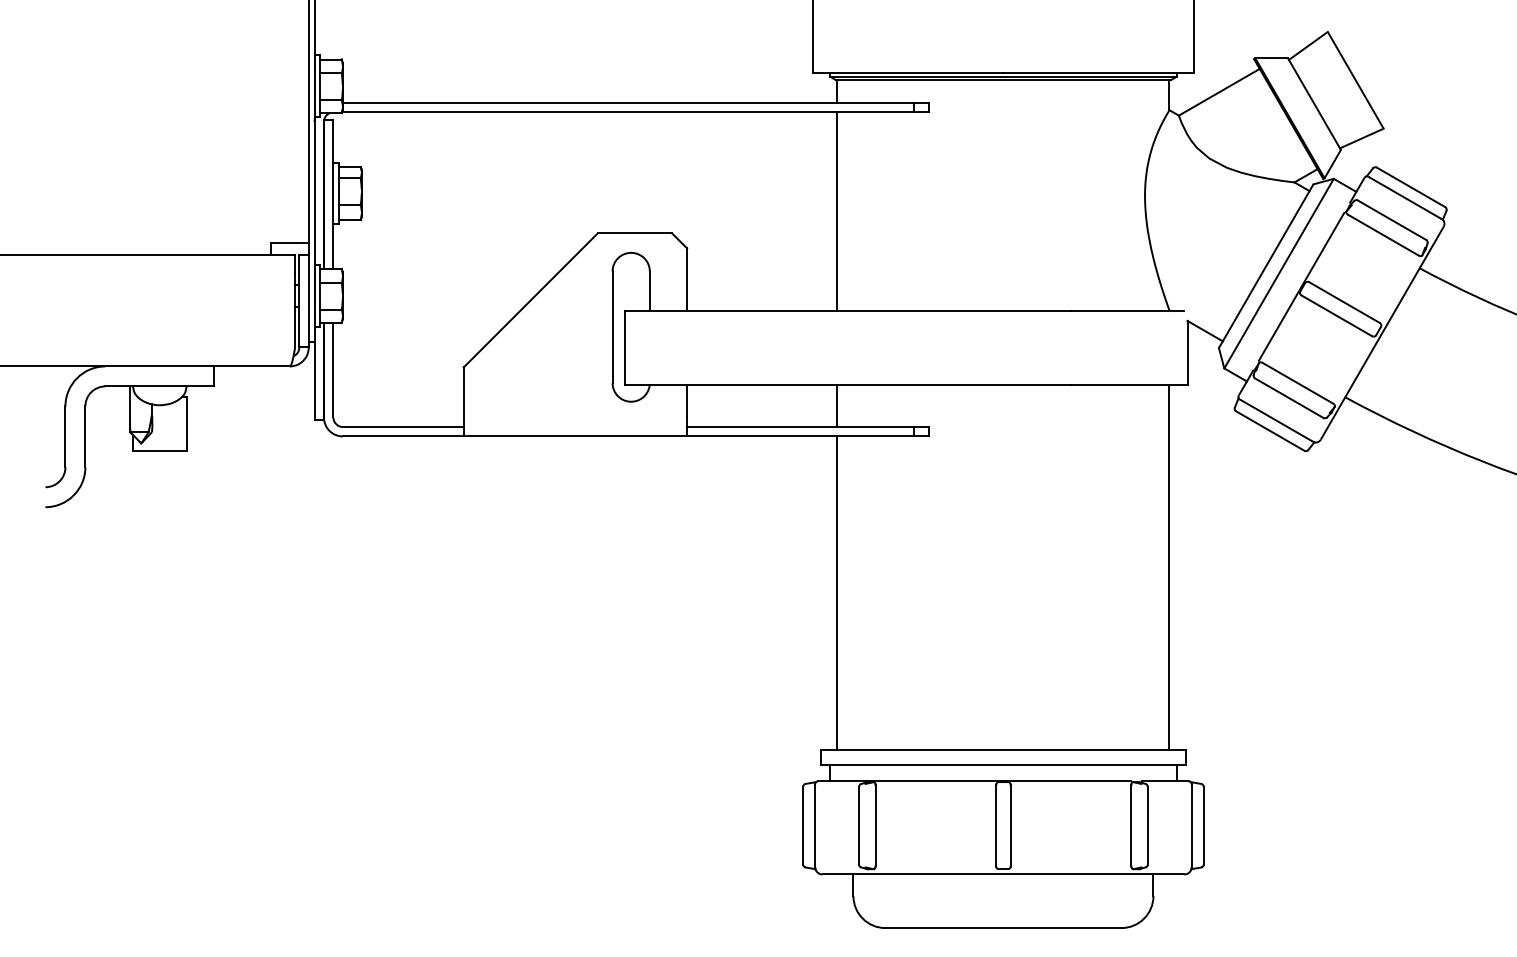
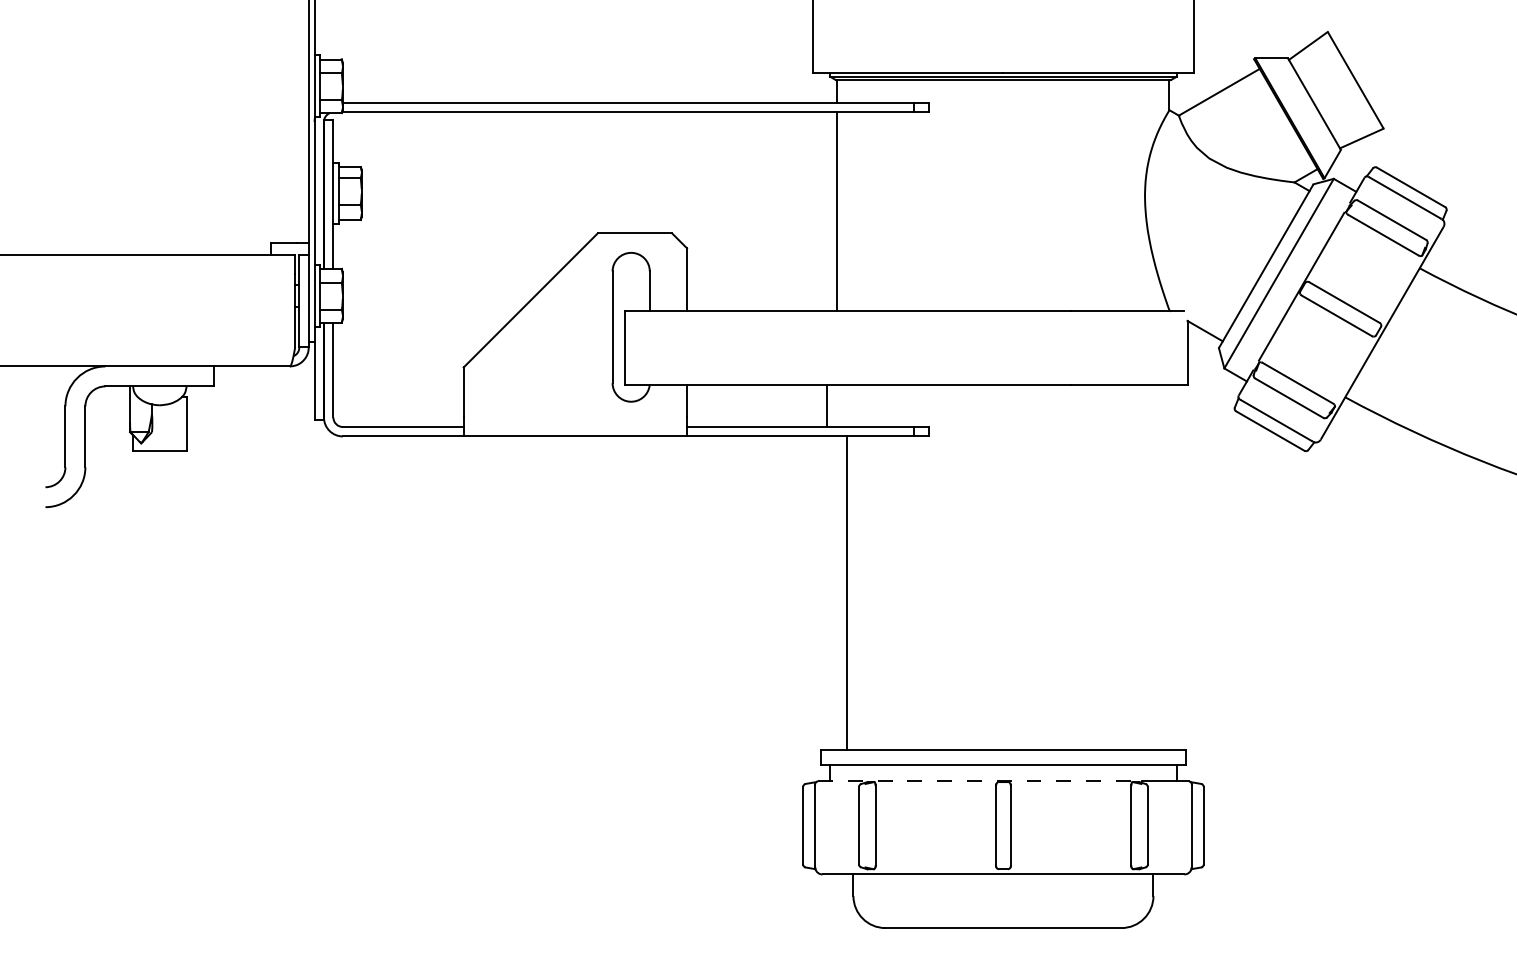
line at (837, 406) position: (837, 406) -> (827, 406)
line at (1169, 567): present -> none
line at (837, 593) position: (837, 593) -> (847, 593)
line at (974, 781): solid -> dashed
